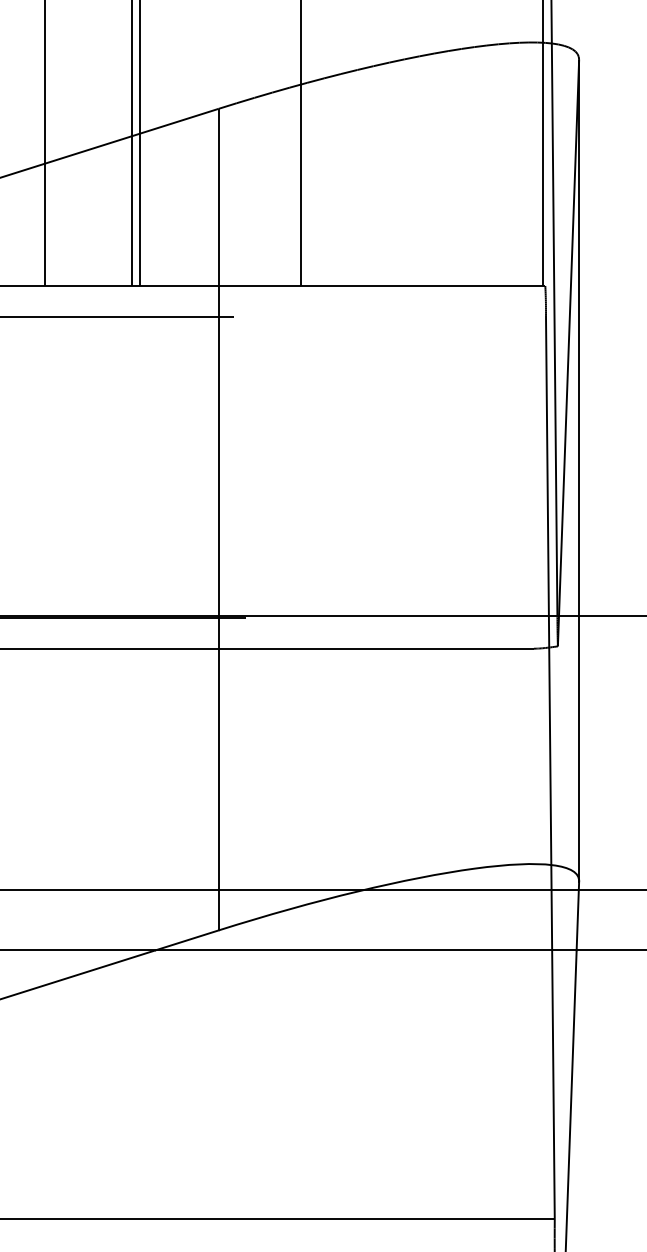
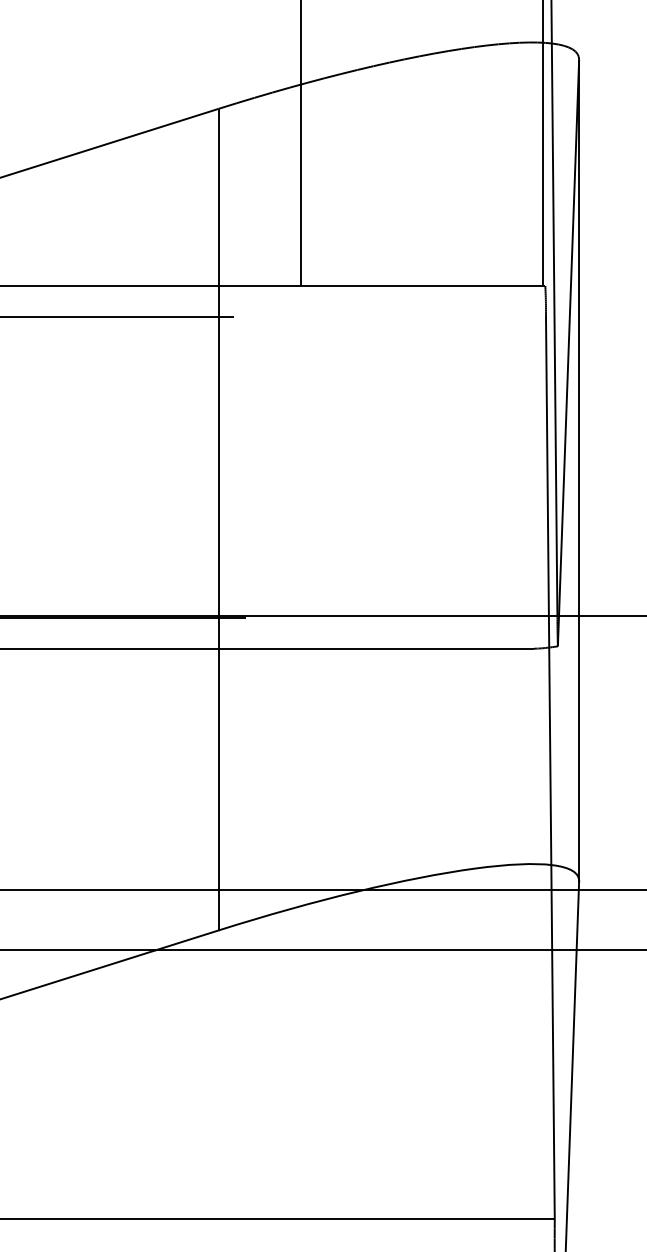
line at (44, 143): present -> none
line at (132, 143): present -> none
line at (139, 143): present -> none
